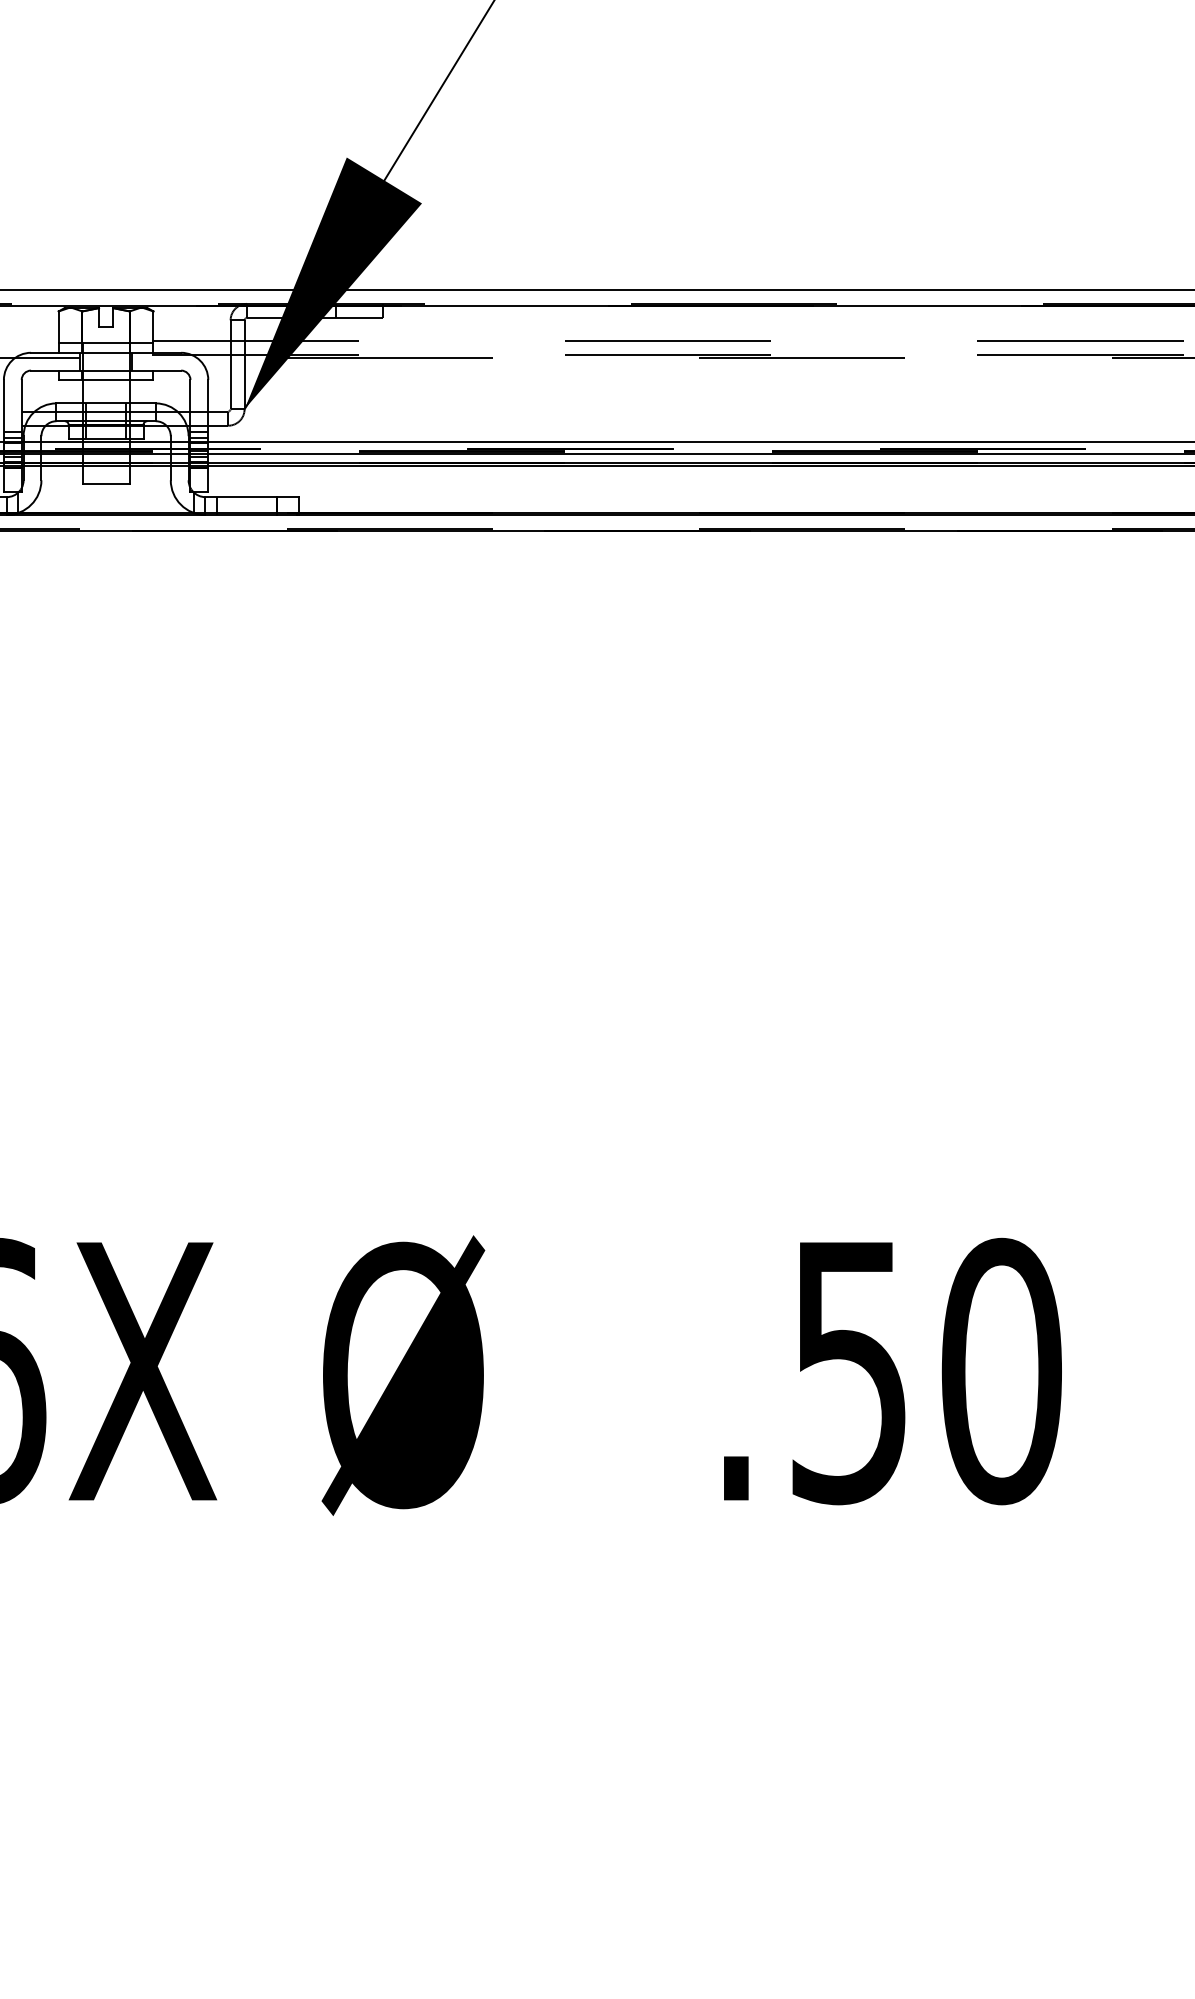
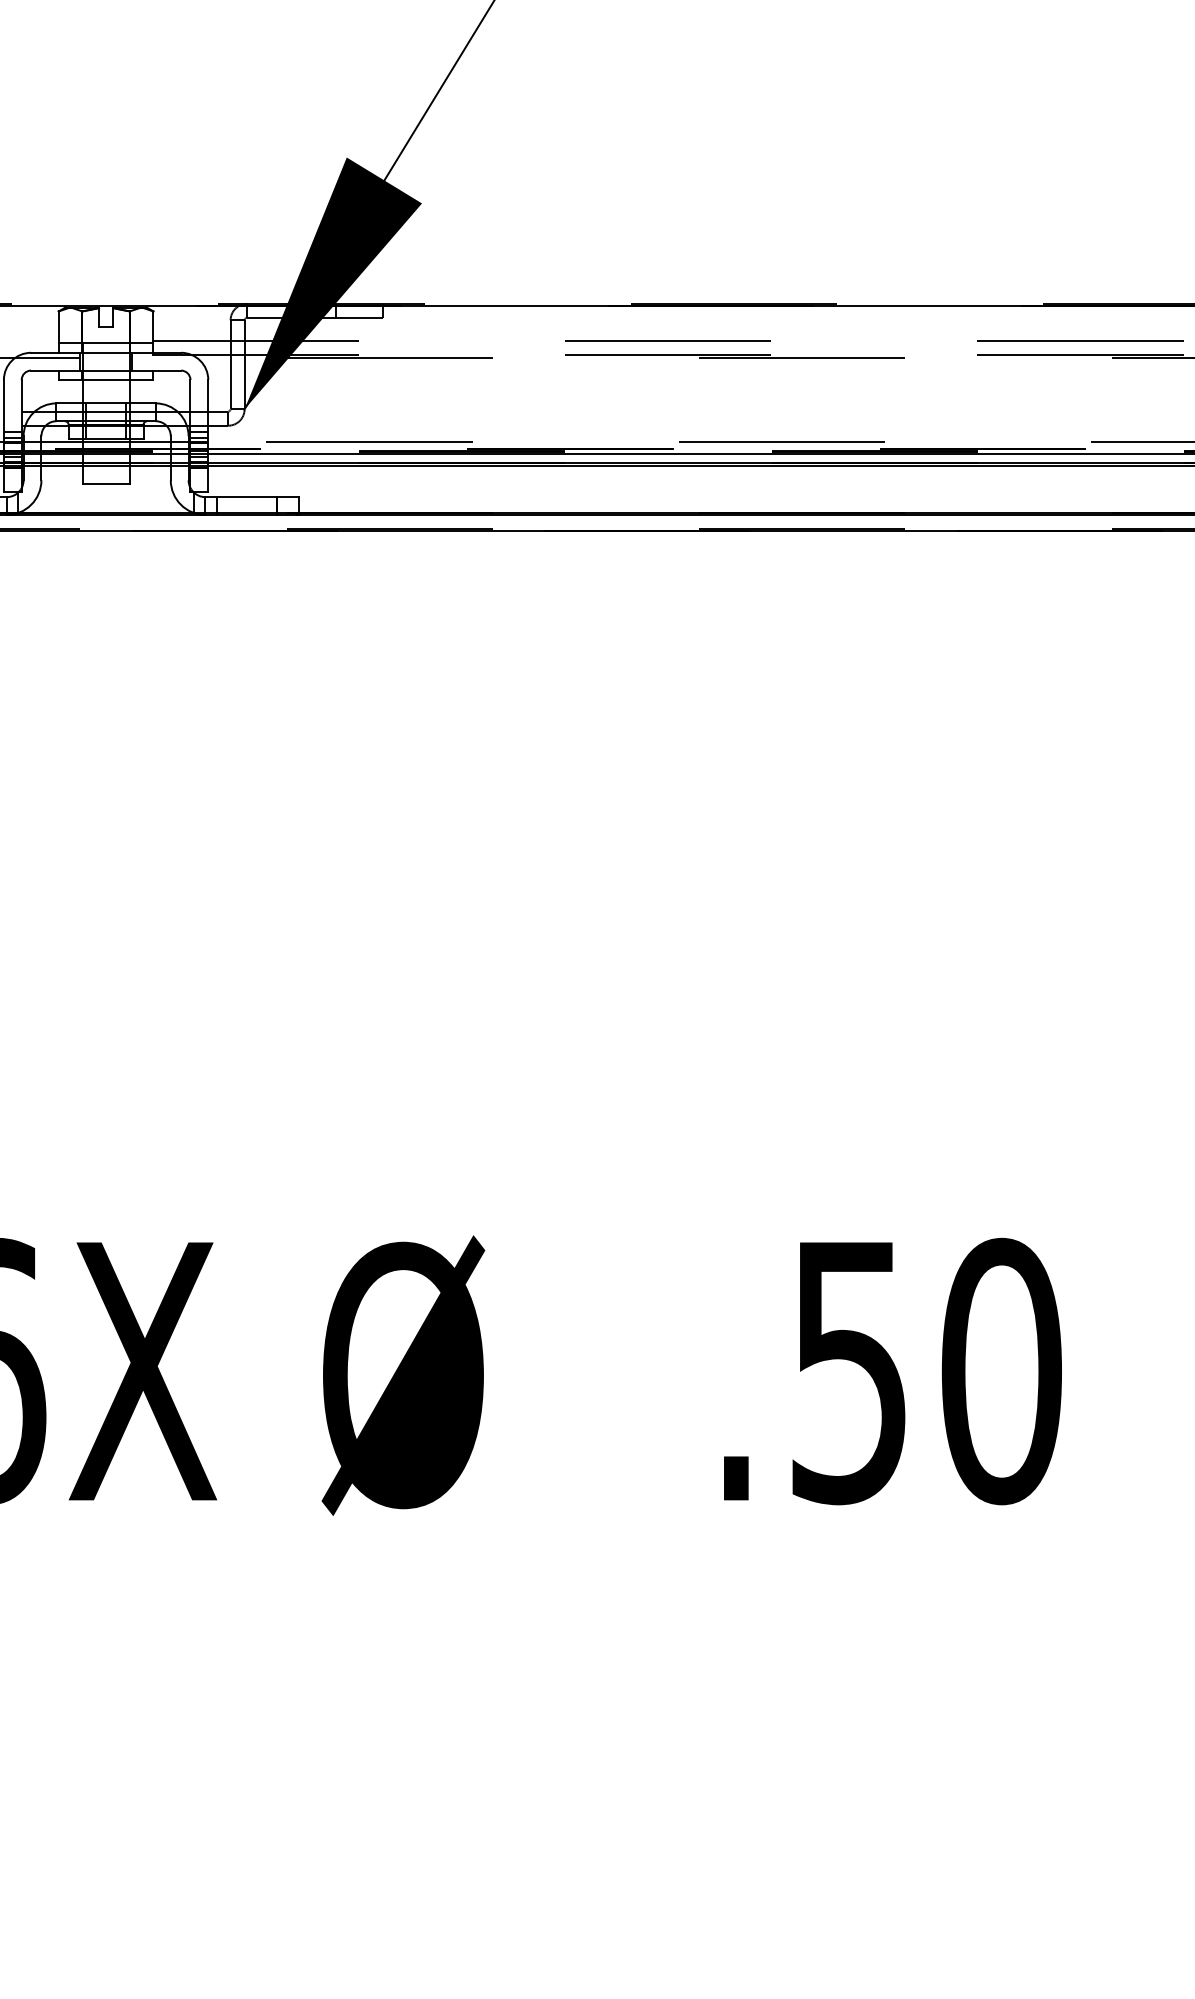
line at (596, 289): present -> none
line at (701, 442): solid -> dashed
